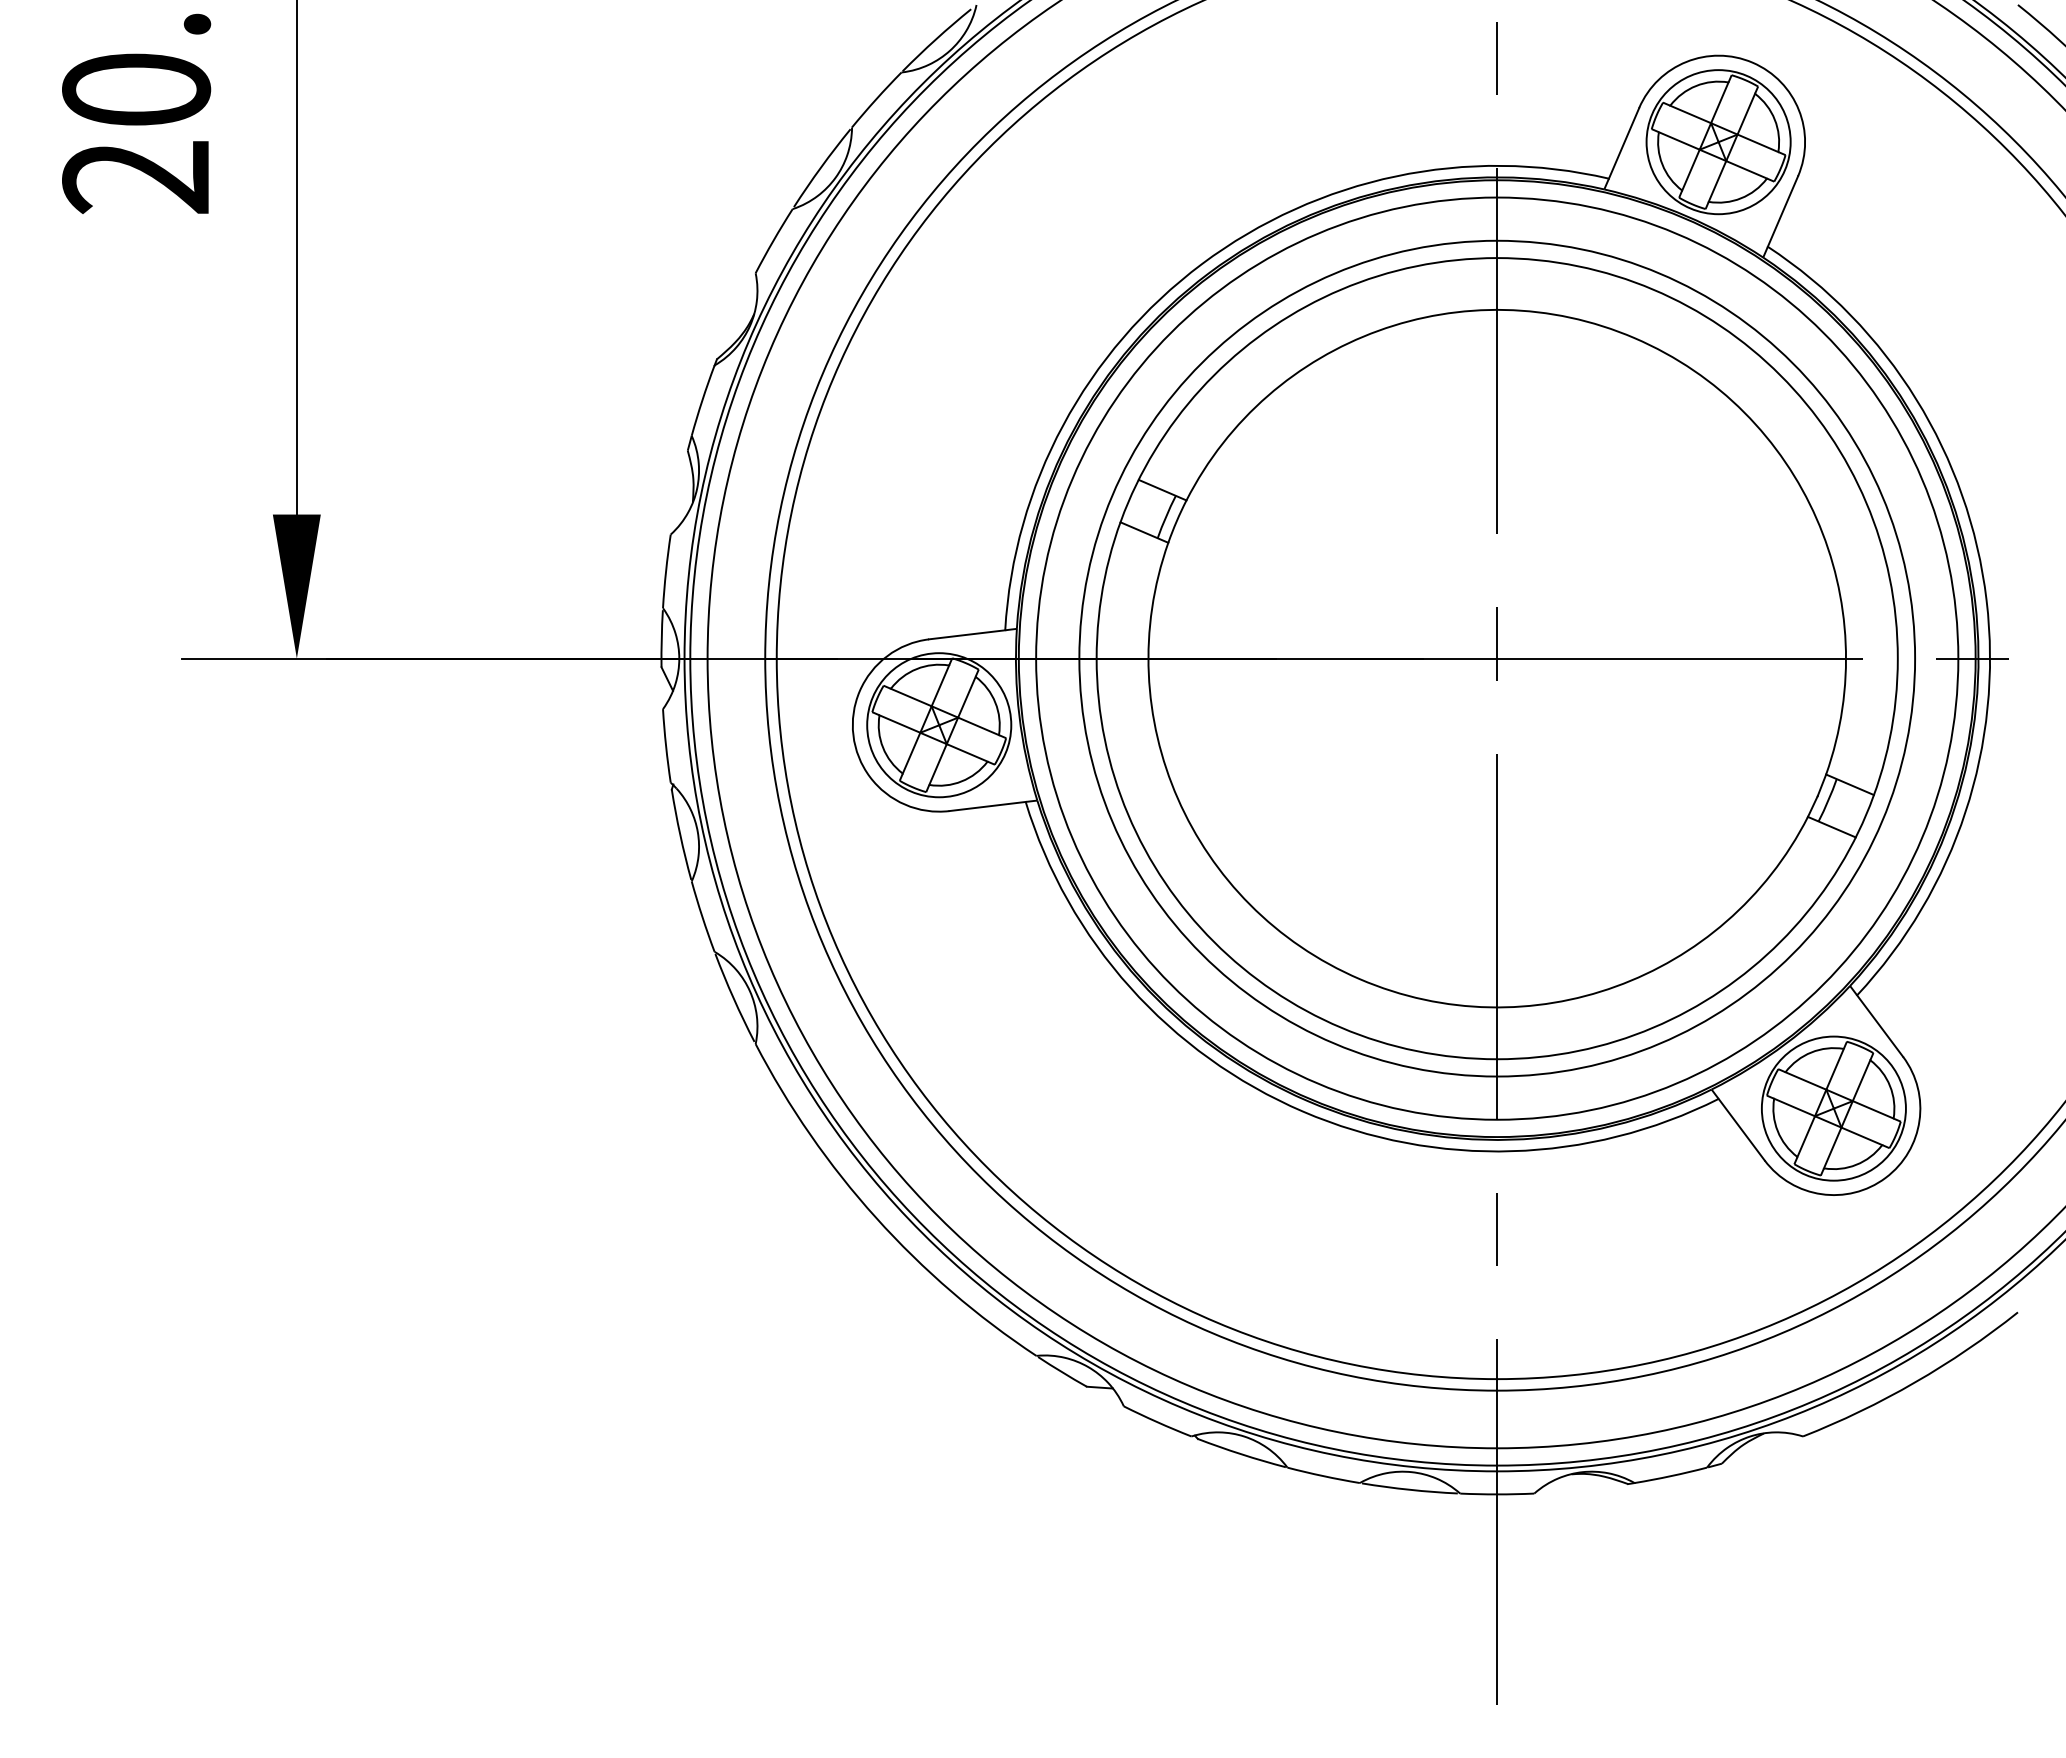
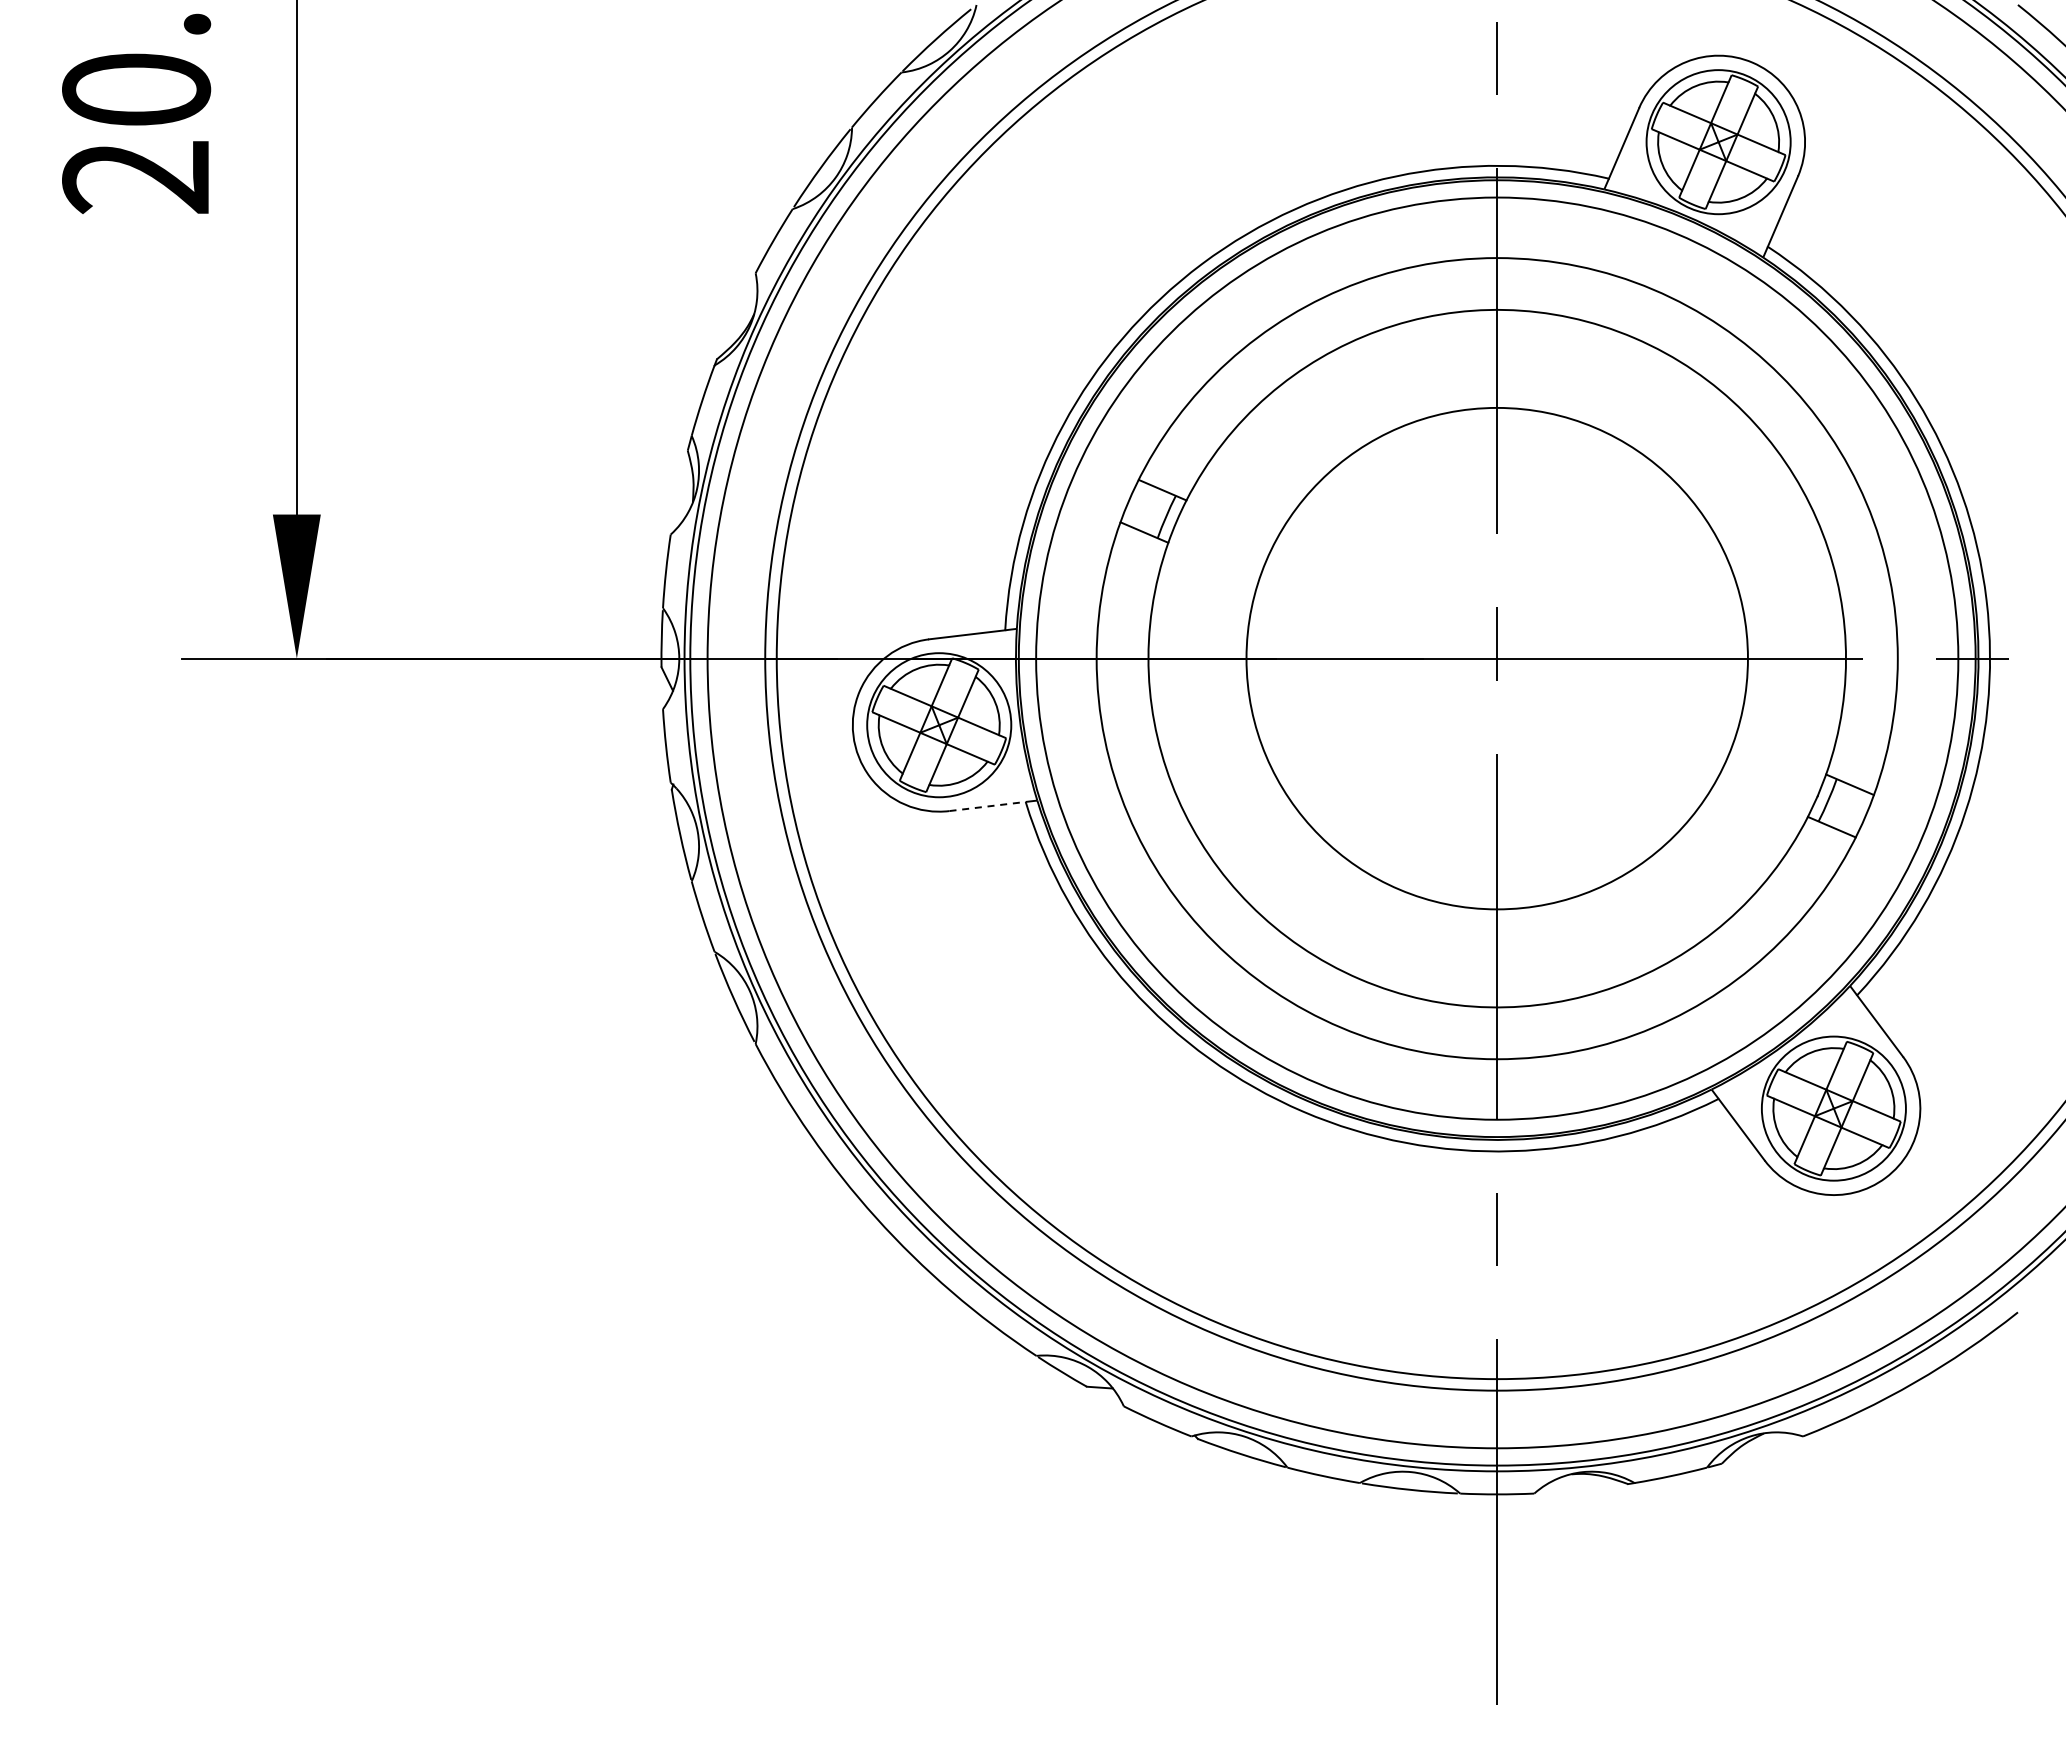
circle at (1497, 658) diameter: 836 px -> 501 px
line at (988, 806): solid -> dashed
